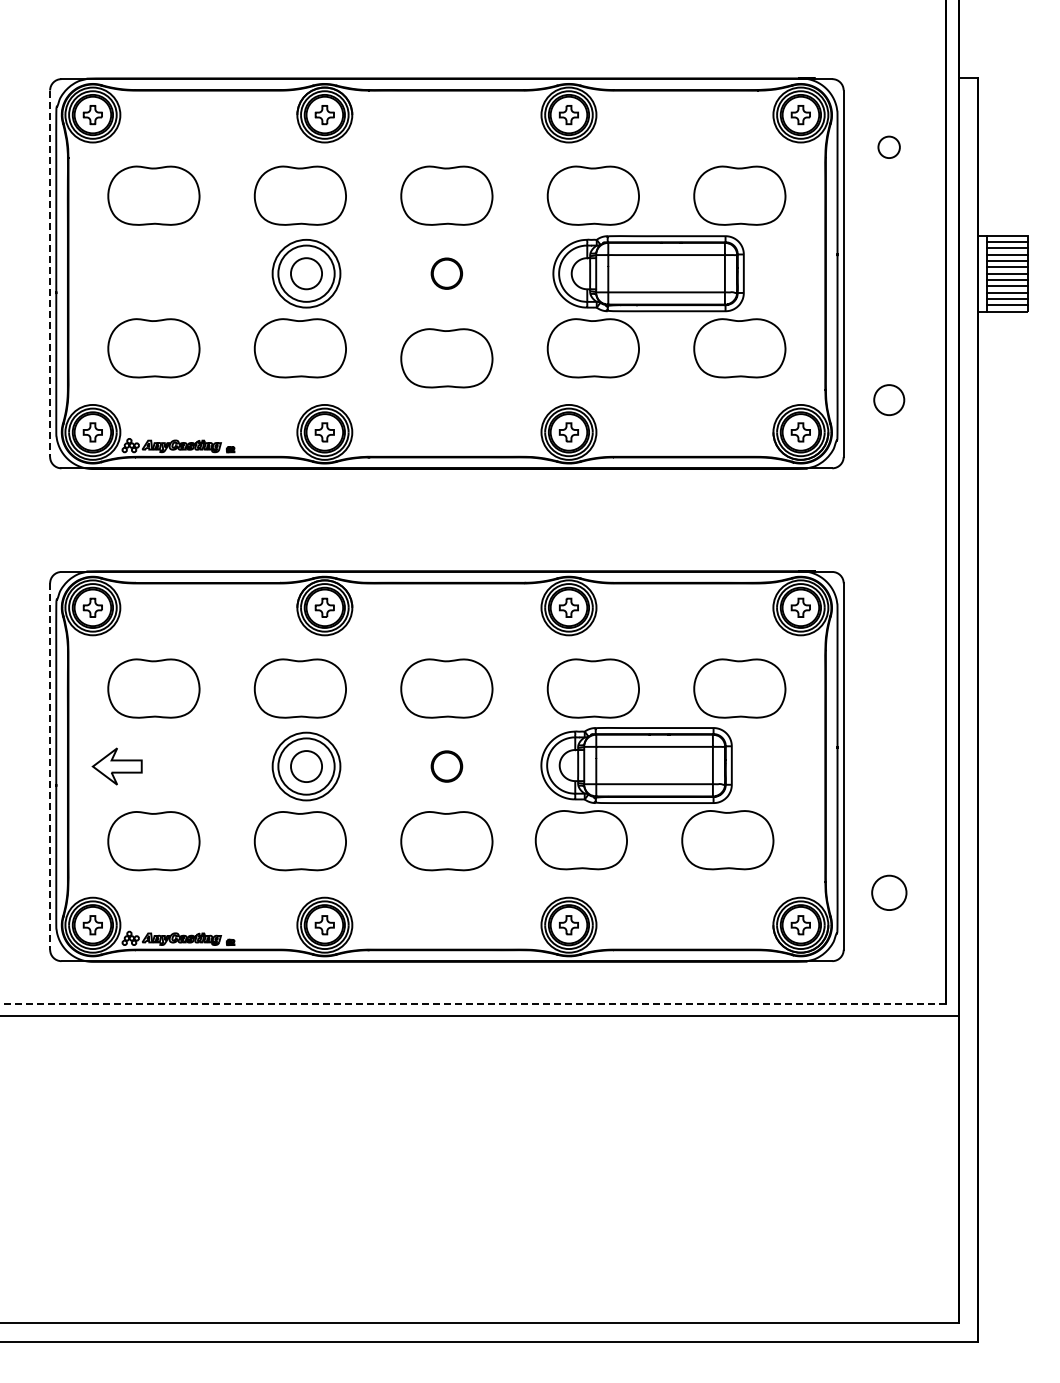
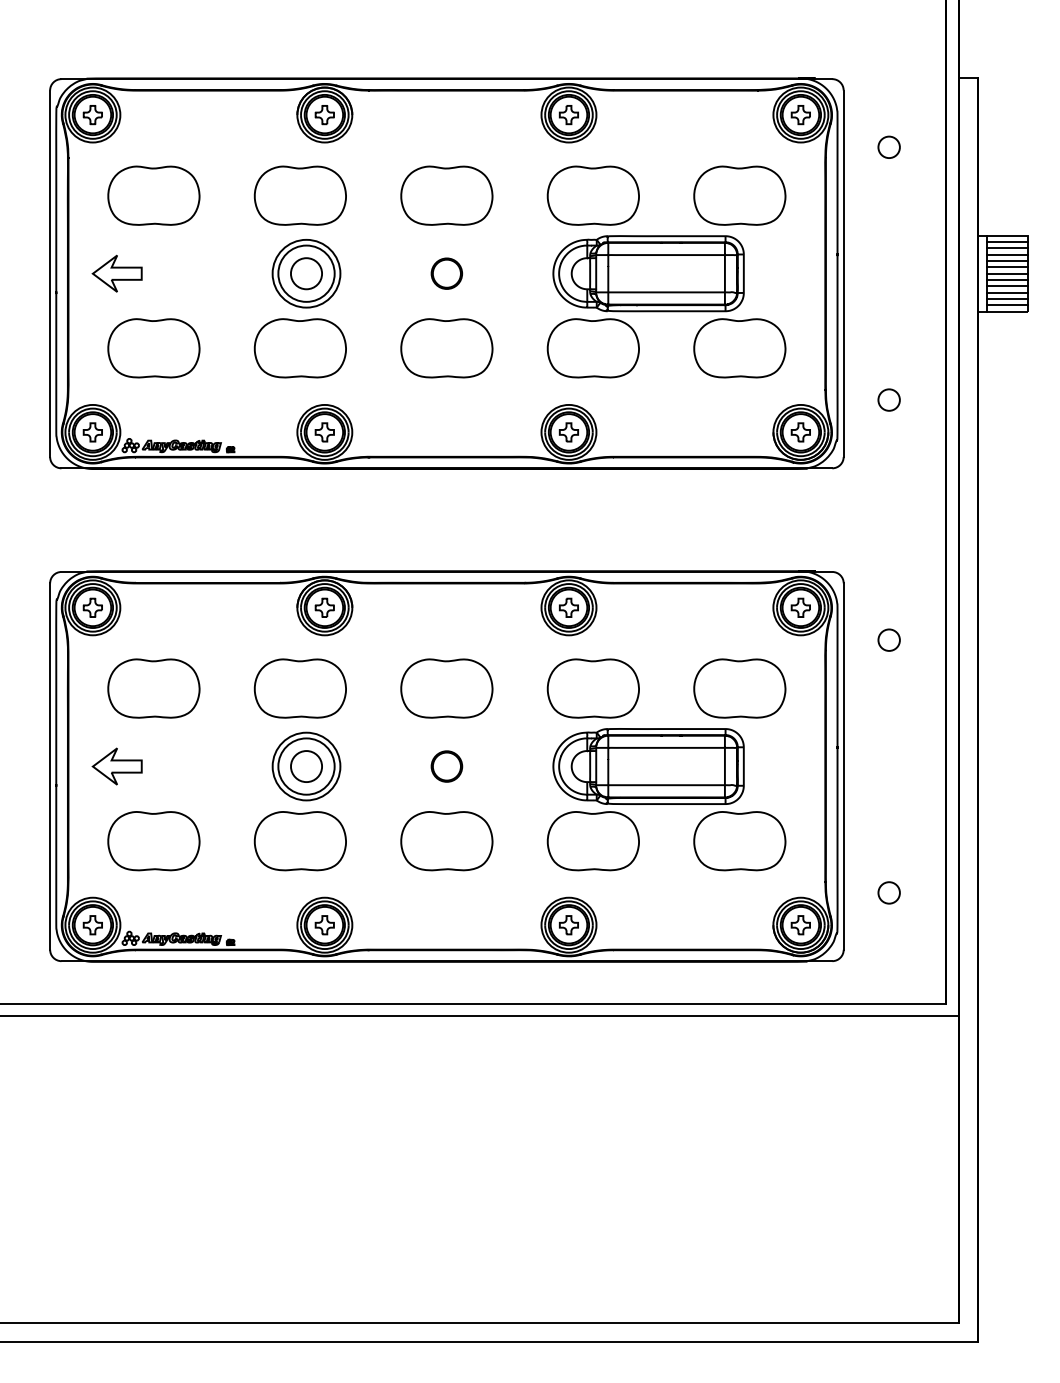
part at (116, 273): none -> present
line at (50, 274): dashed -> solid
part at (446, 358) position: (446, 358) -> (446, 348)
circle at (889, 400) size: 33x33 px -> 24x24 px
circle at (888, 639): none -> present
line at (50, 767): dashed -> solid
part at (654, 798) position: (654, 798) -> (666, 799)
circle at (889, 892) size: 37x37 px -> 24x24 px
line at (473, 1003): dashed -> solid
